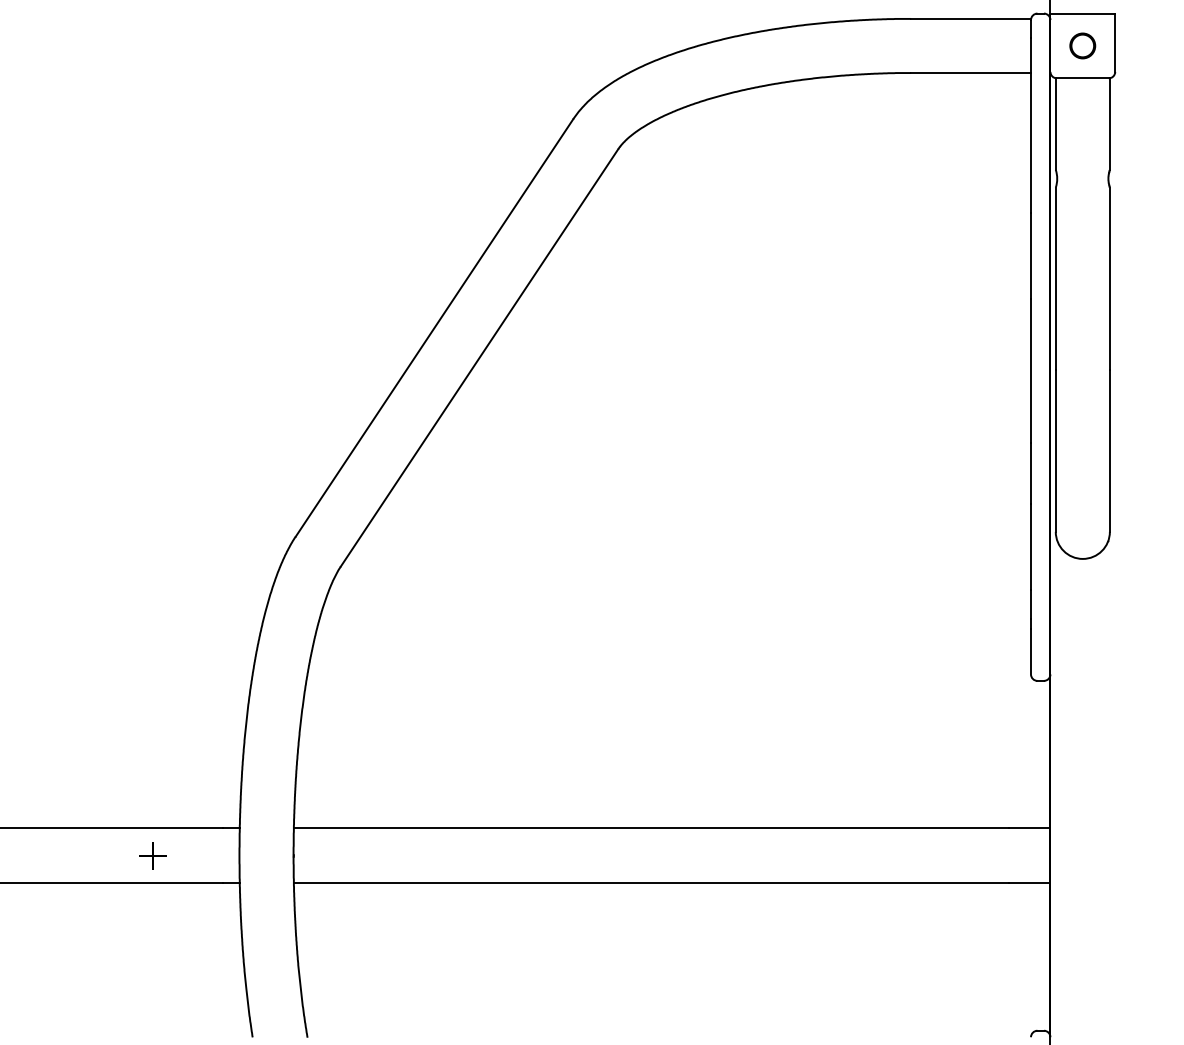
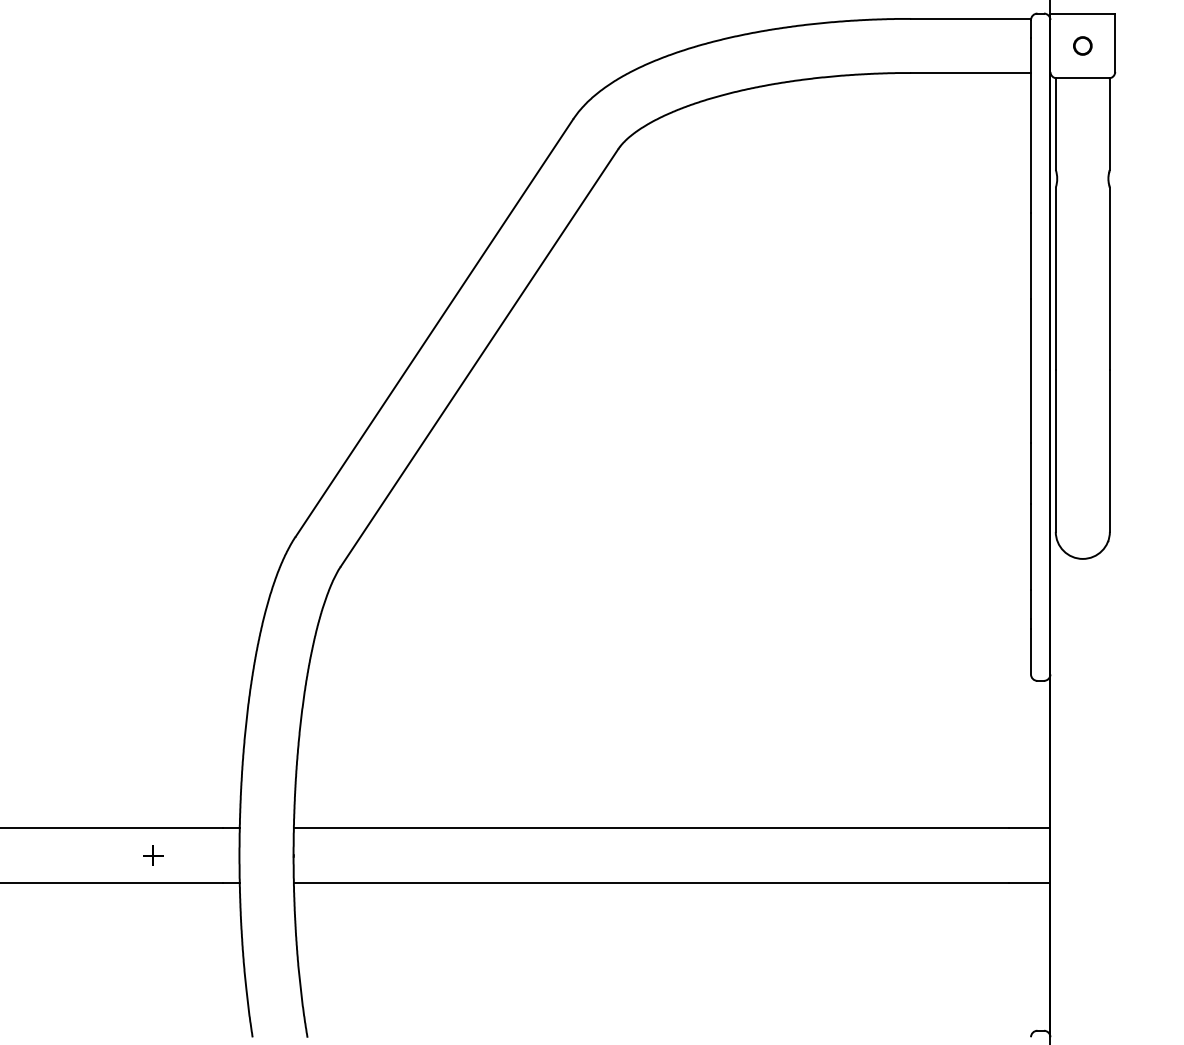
circle at (1082, 45) size: 28x28 px -> 20x20 px
part at (152, 855) size: 28x28 px -> 21x21 px
